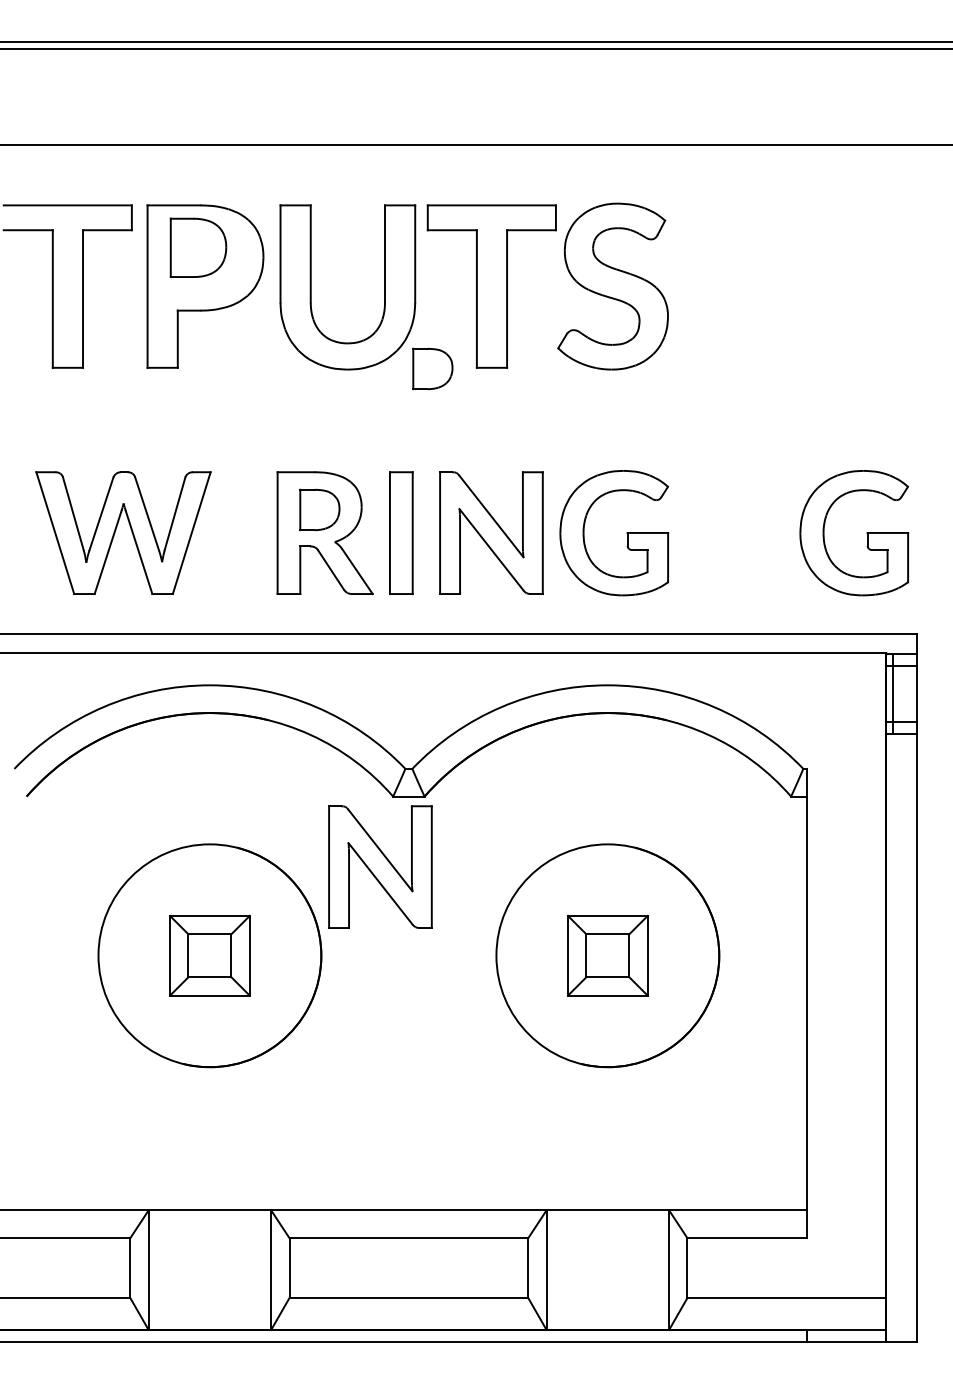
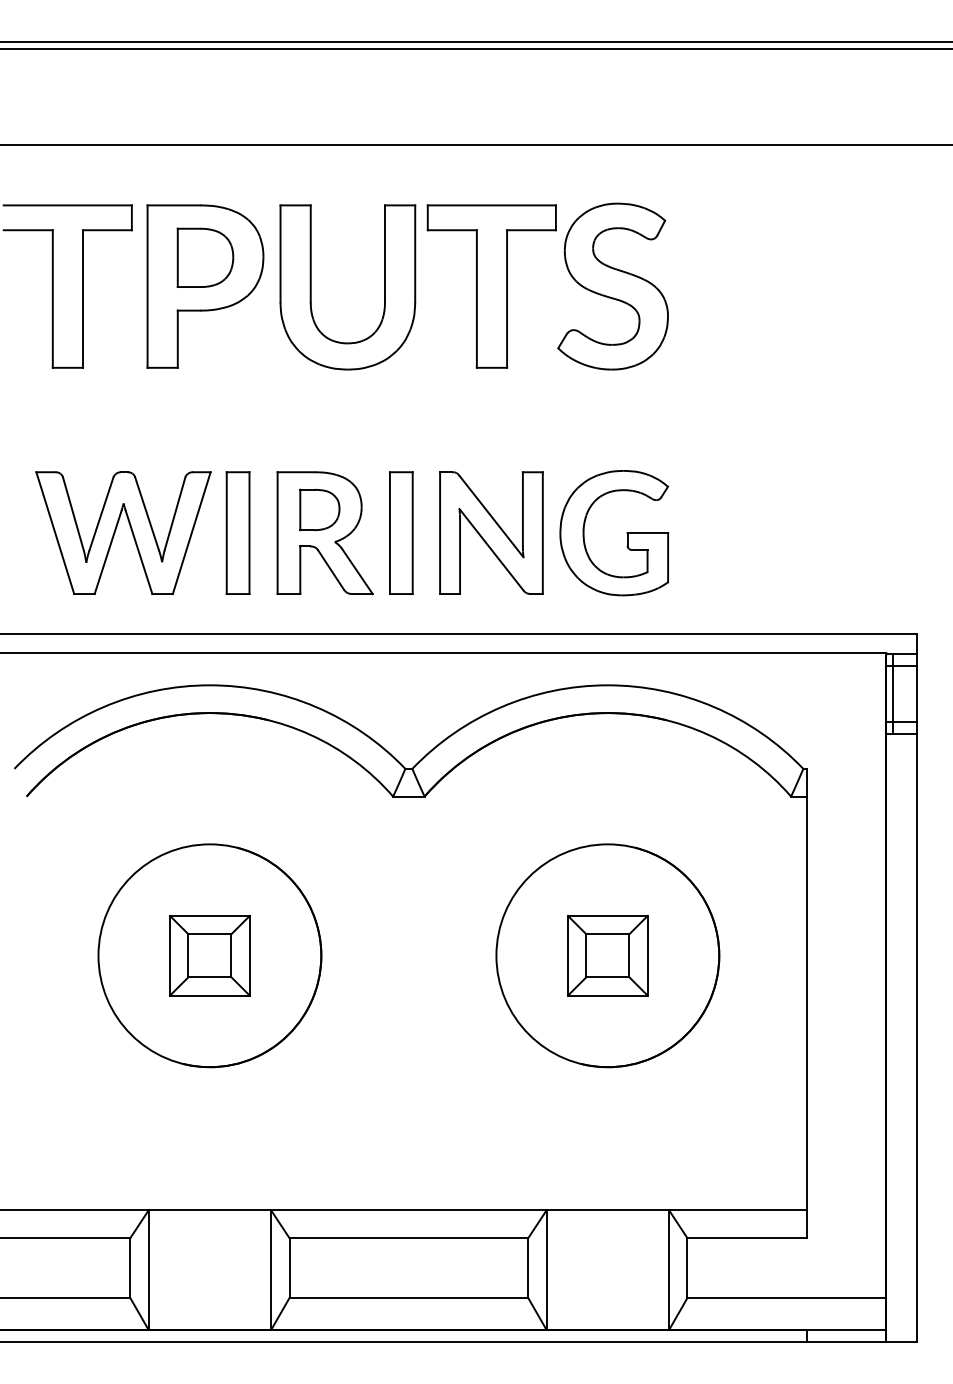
part at (198, 247) position: (198, 247) -> (205, 257)
part at (432, 368): present -> none
part at (237, 532): none -> present
part at (866, 533): present -> none
part at (380, 866): present -> none
